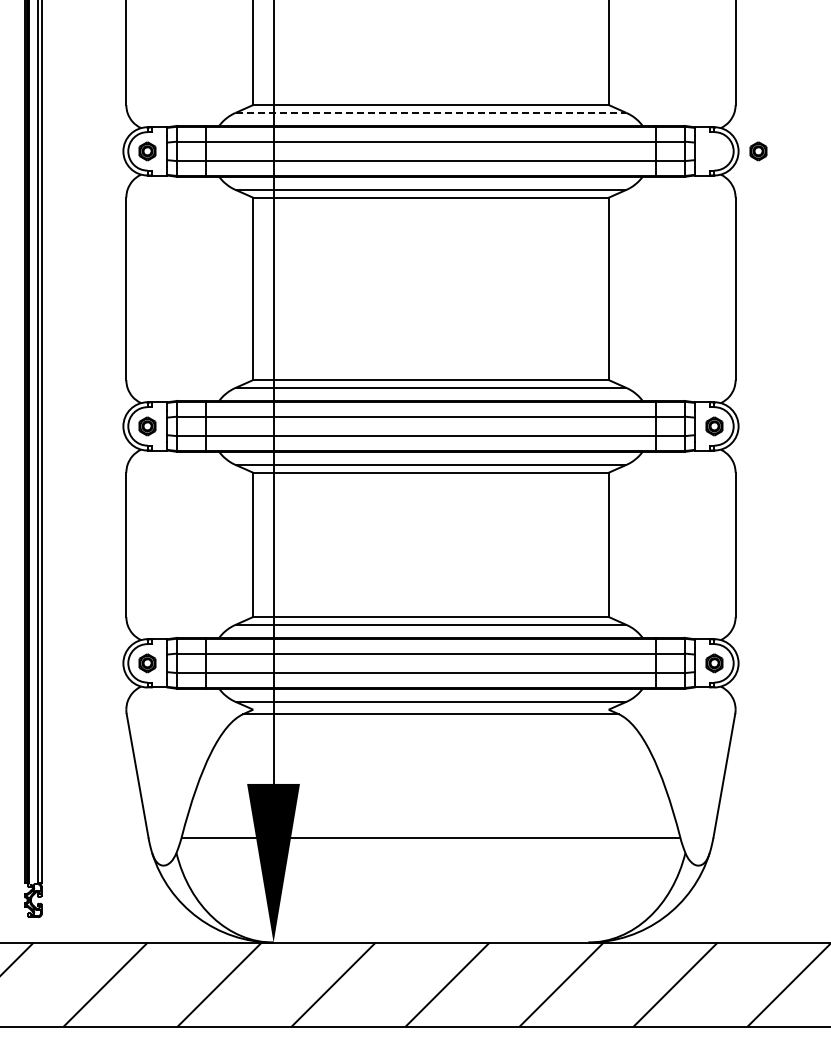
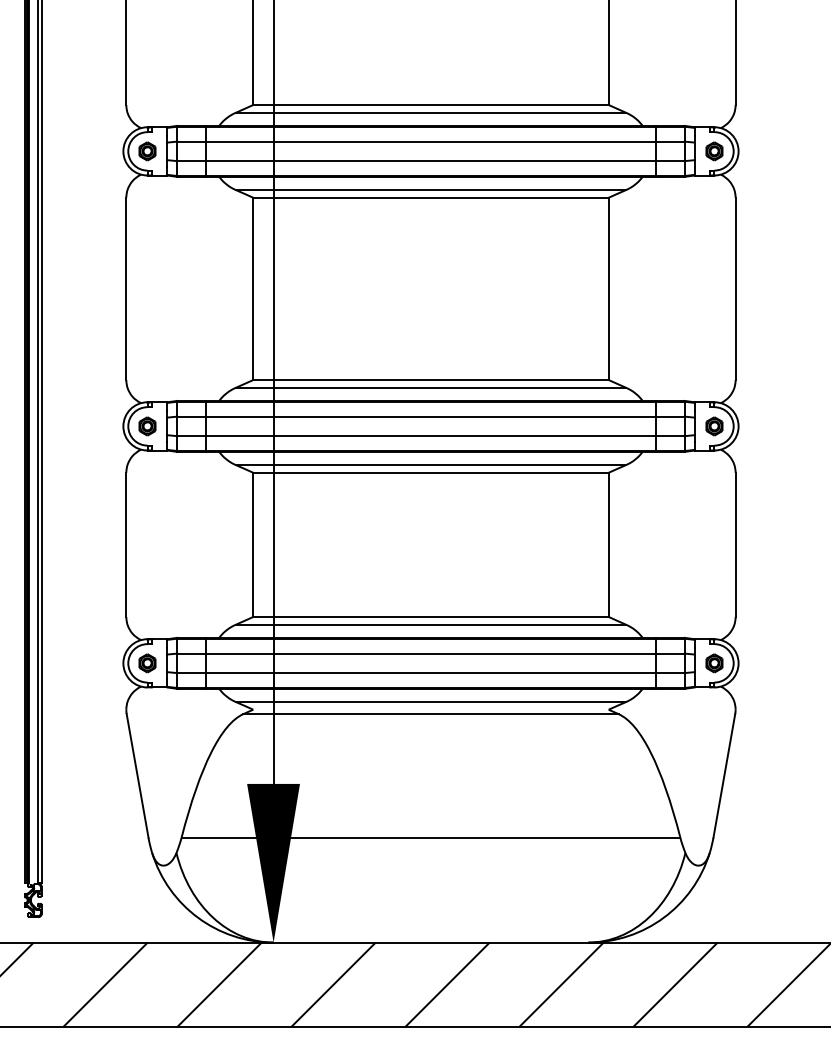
line at (431, 112): dashed -> solid
part at (758, 151) position: (758, 151) -> (714, 151)
